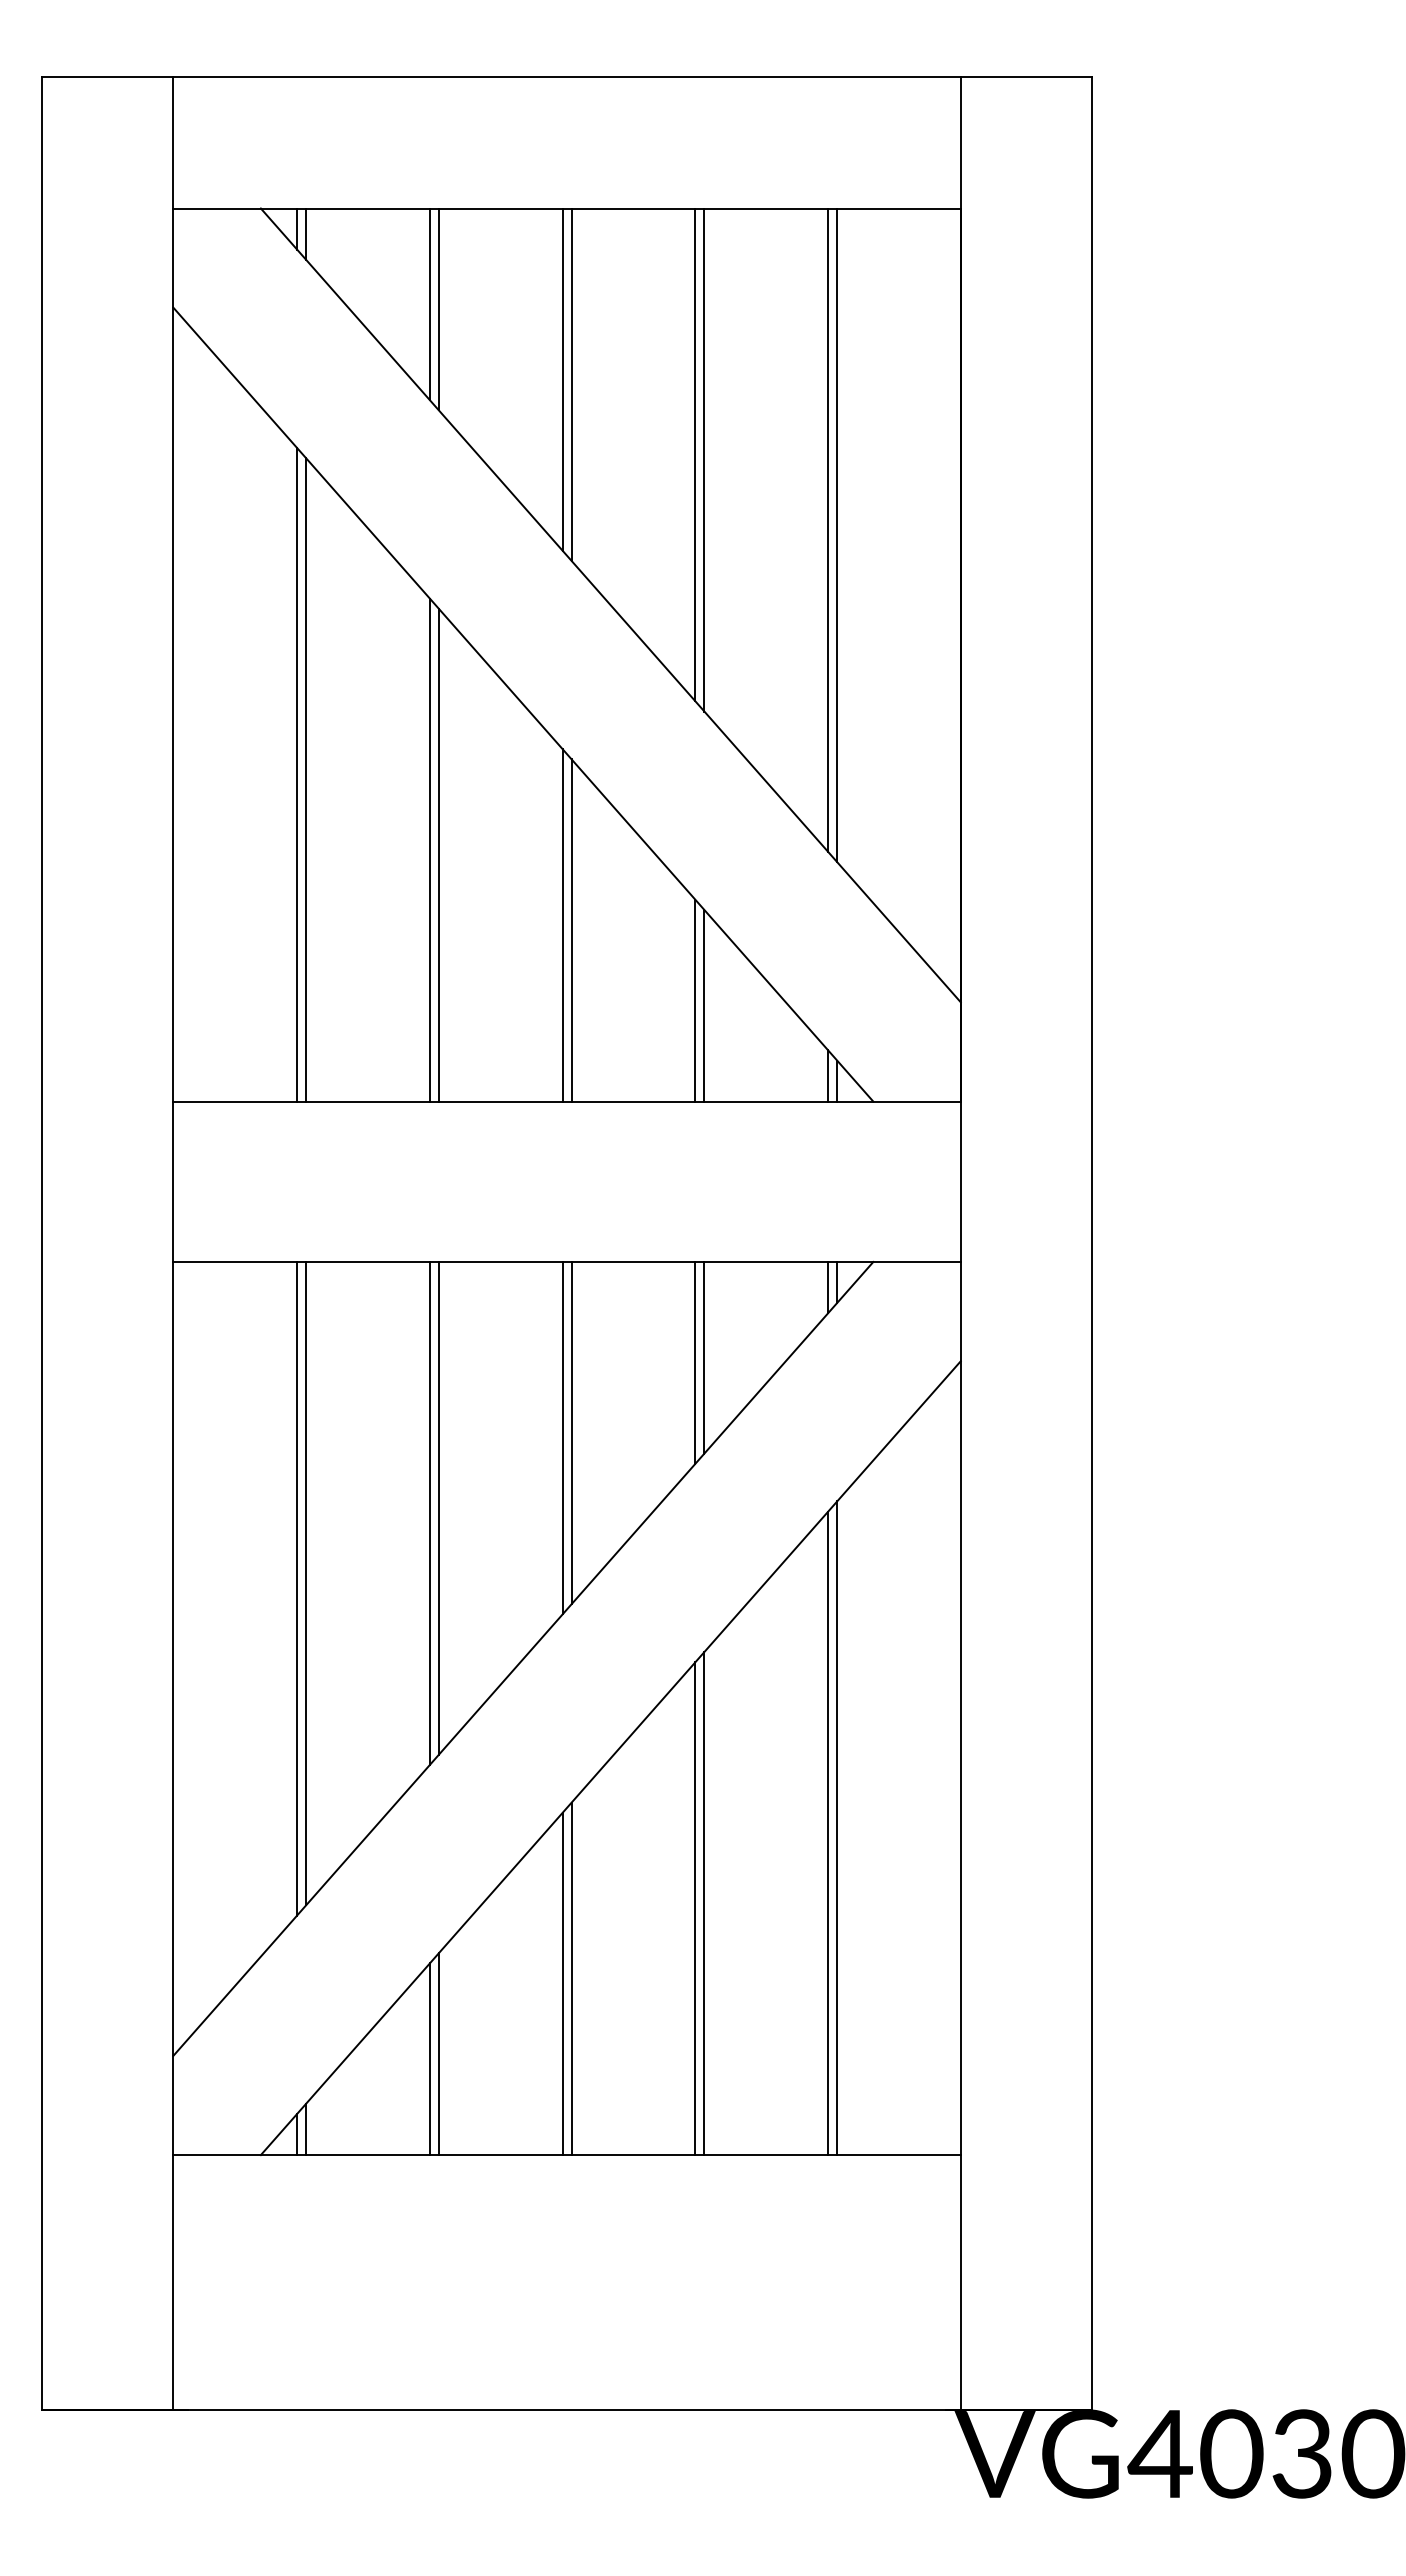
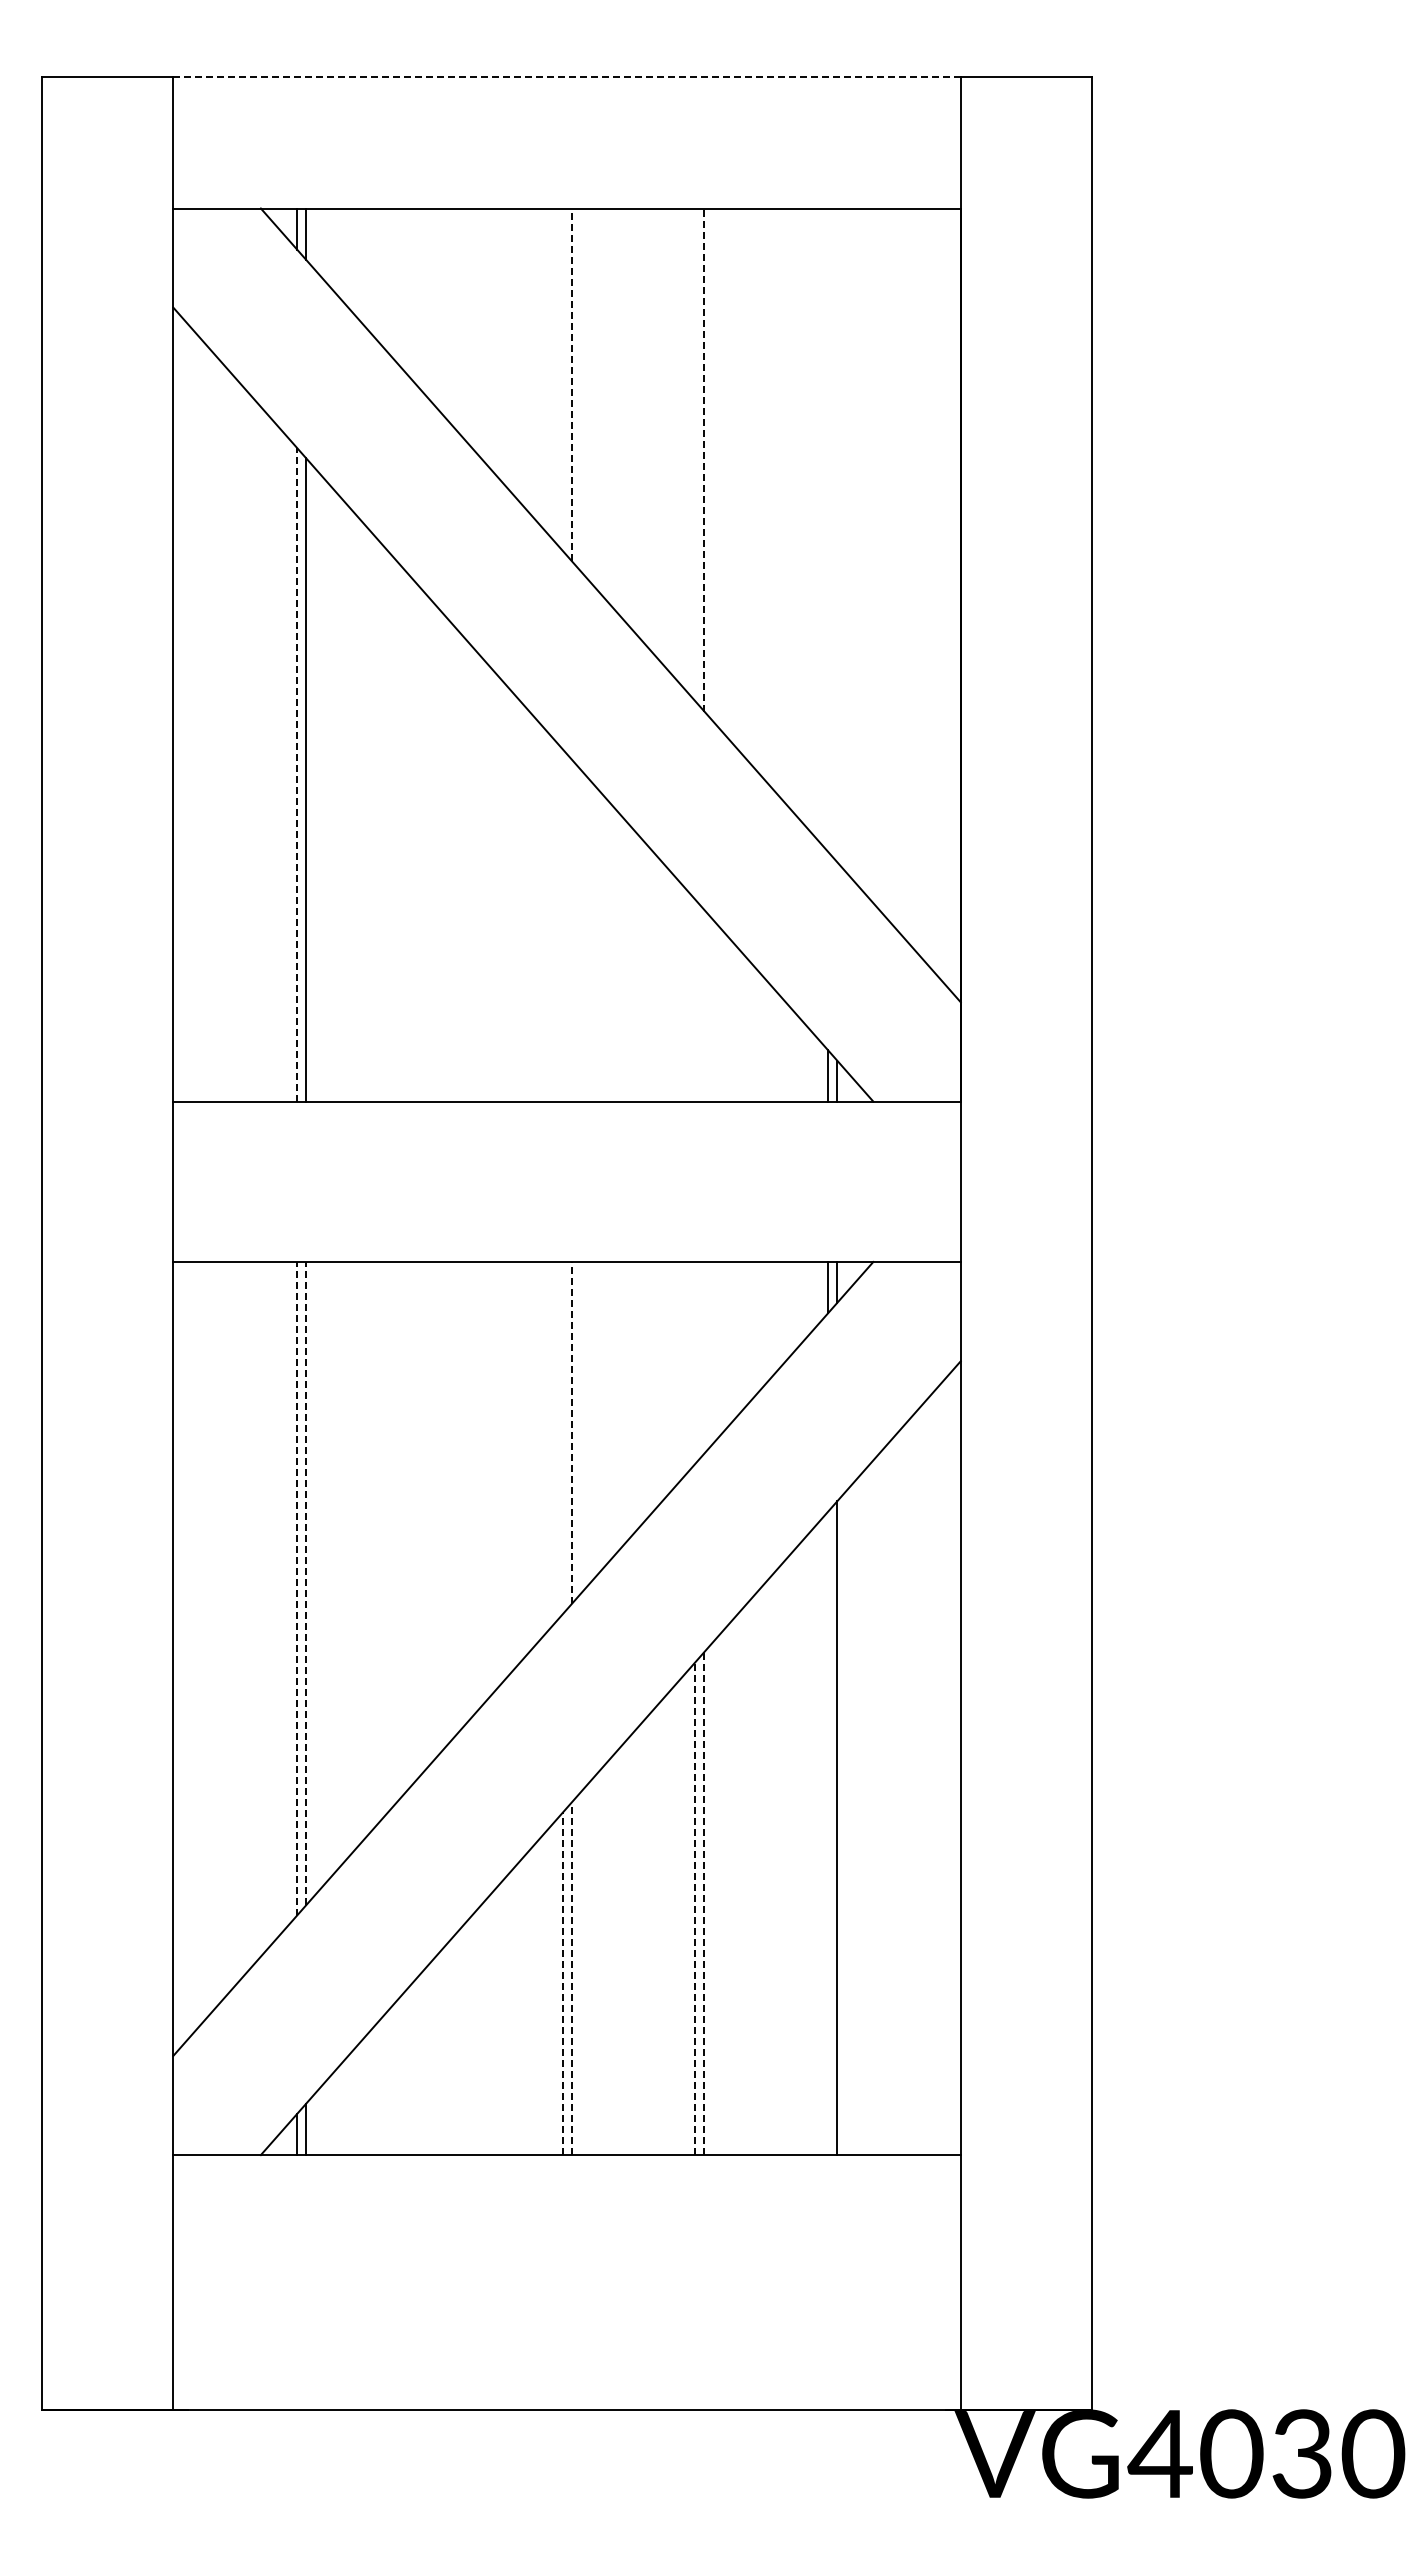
line at (567, 77): solid -> dashed
line at (429, 304): present -> none
line at (438, 309): present -> none
line at (562, 379): present -> none
line at (571, 384): solid -> dashed
line at (695, 454): present -> none
line at (704, 460): solid -> dashed
line at (828, 529): present -> none
line at (837, 535): present -> none
line at (297, 774): solid -> dashed
line at (429, 849): present -> none
line at (438, 854): present -> none
line at (562, 925): present -> none
line at (571, 930): present -> none
line at (695, 1000): present -> none
line at (704, 1005): present -> none
line at (704, 1357): present -> none
line at (695, 1362): present -> none
line at (571, 1432): solid -> dashed
line at (562, 1437): present -> none
line at (438, 1507): present -> none
line at (429, 1513): present -> none
line at (306, 1583): solid -> dashed
line at (297, 1588): solid -> dashed
line at (828, 1833): present -> none
line at (704, 1903): solid -> dashed
line at (695, 1908): solid -> dashed
line at (571, 1978): solid -> dashed
line at (562, 1983): solid -> dashed
line at (438, 2054): present -> none
line at (429, 2059): present -> none
